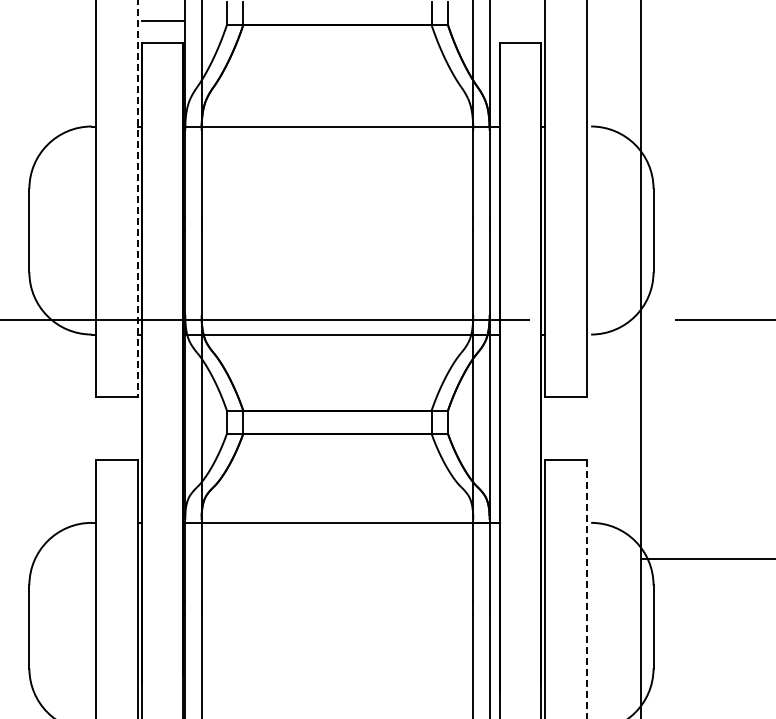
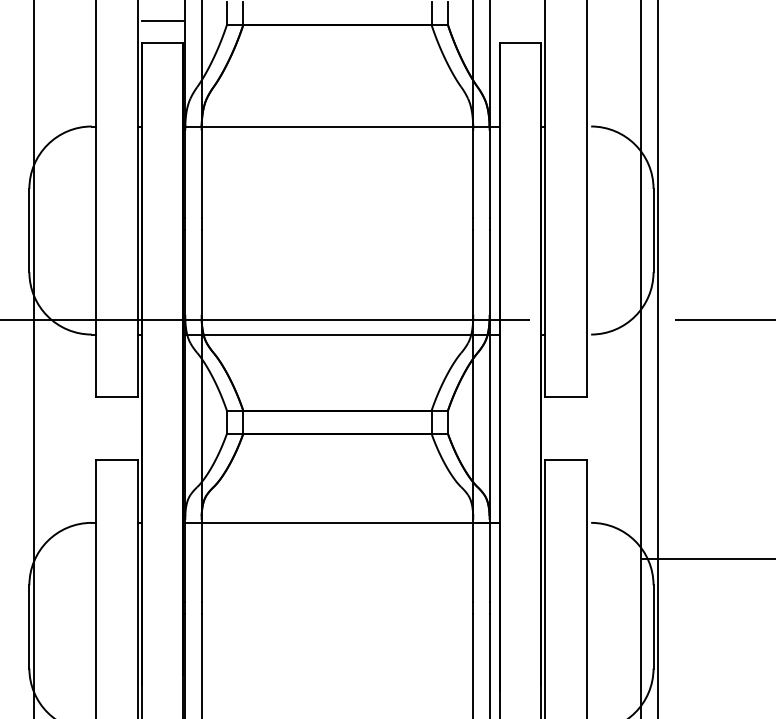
line at (137, 199): dashed -> solid
line at (33, 358): none -> present
line at (657, 358): none -> present
line at (586, 589): dashed -> solid
